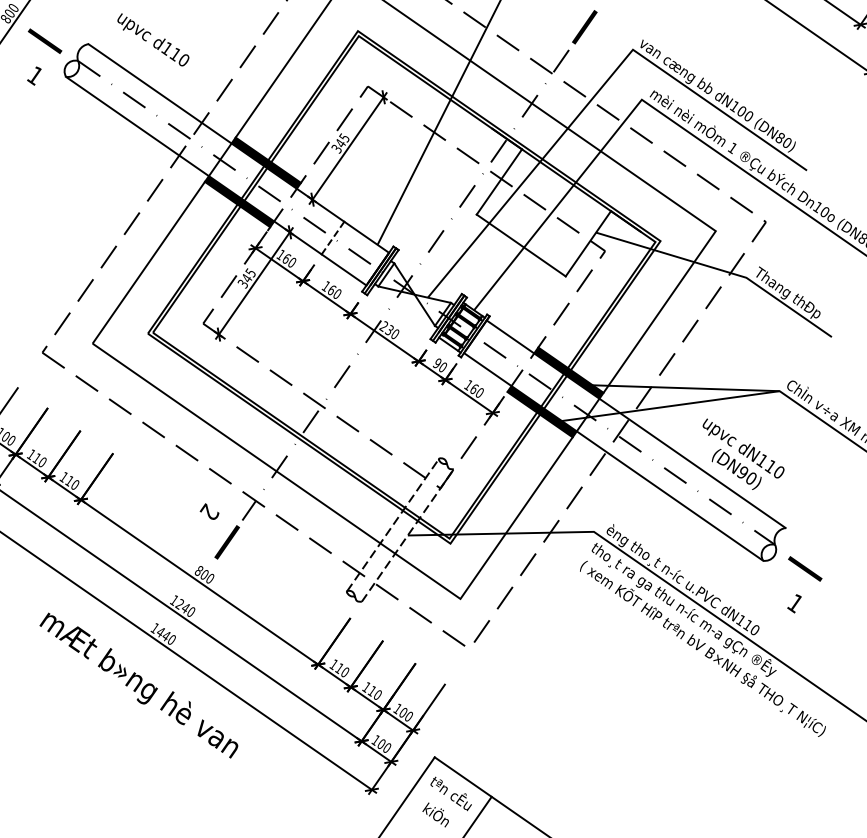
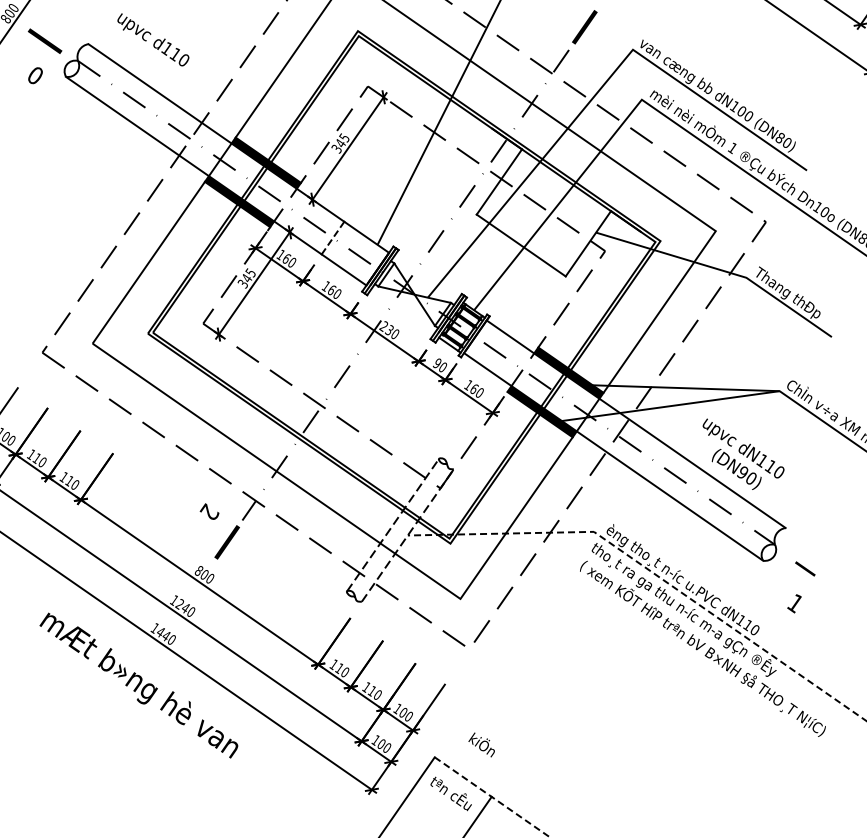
text at (34, 75): 1 -> 0
part at (805, 568) size: 35x26 px -> 21x16 px
line at (652, 572): solid -> dashed
line at (493, 797): solid -> dashed
text at (435, 814) position: (435, 814) -> (481, 744)
